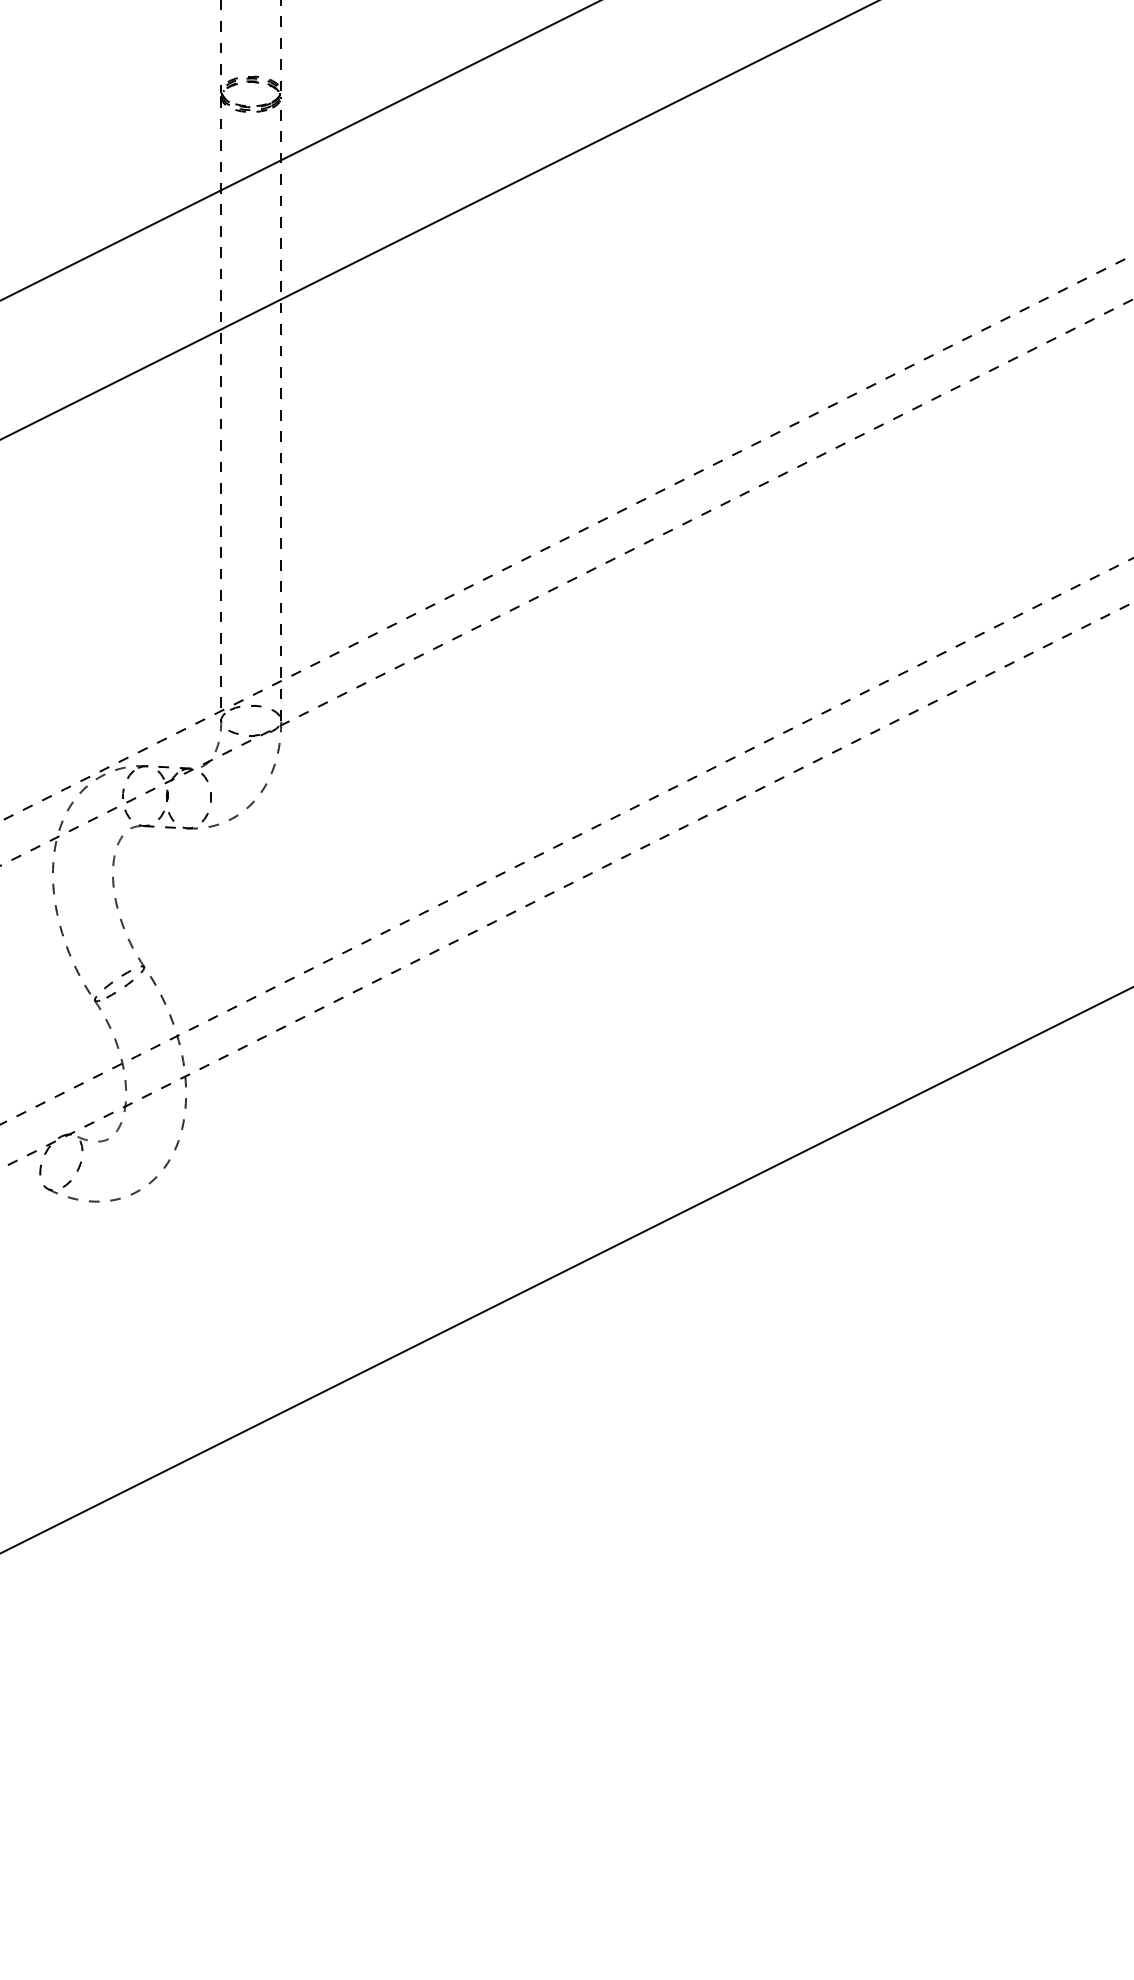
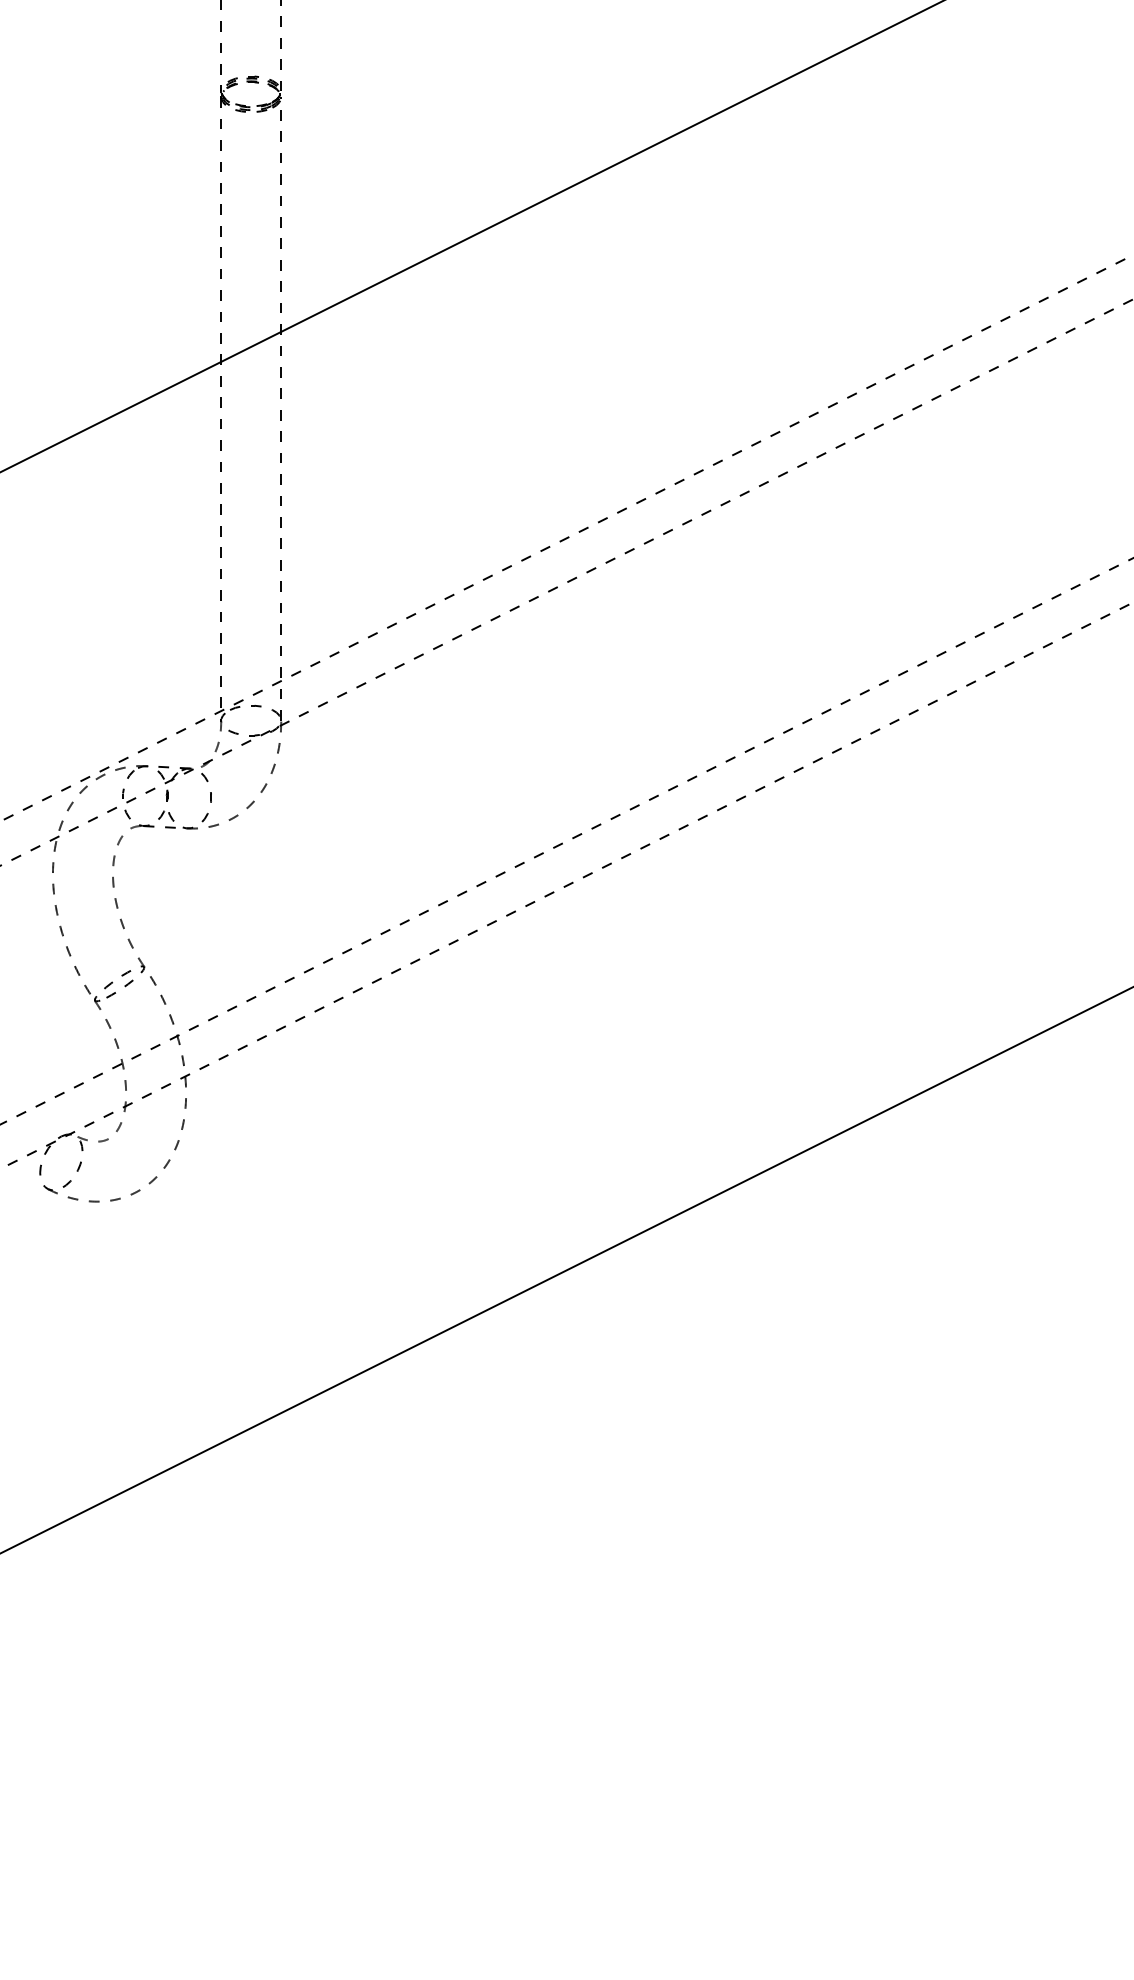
line at (299, 150): present -> none
line at (438, 220) position: (438, 220) -> (471, 236)
